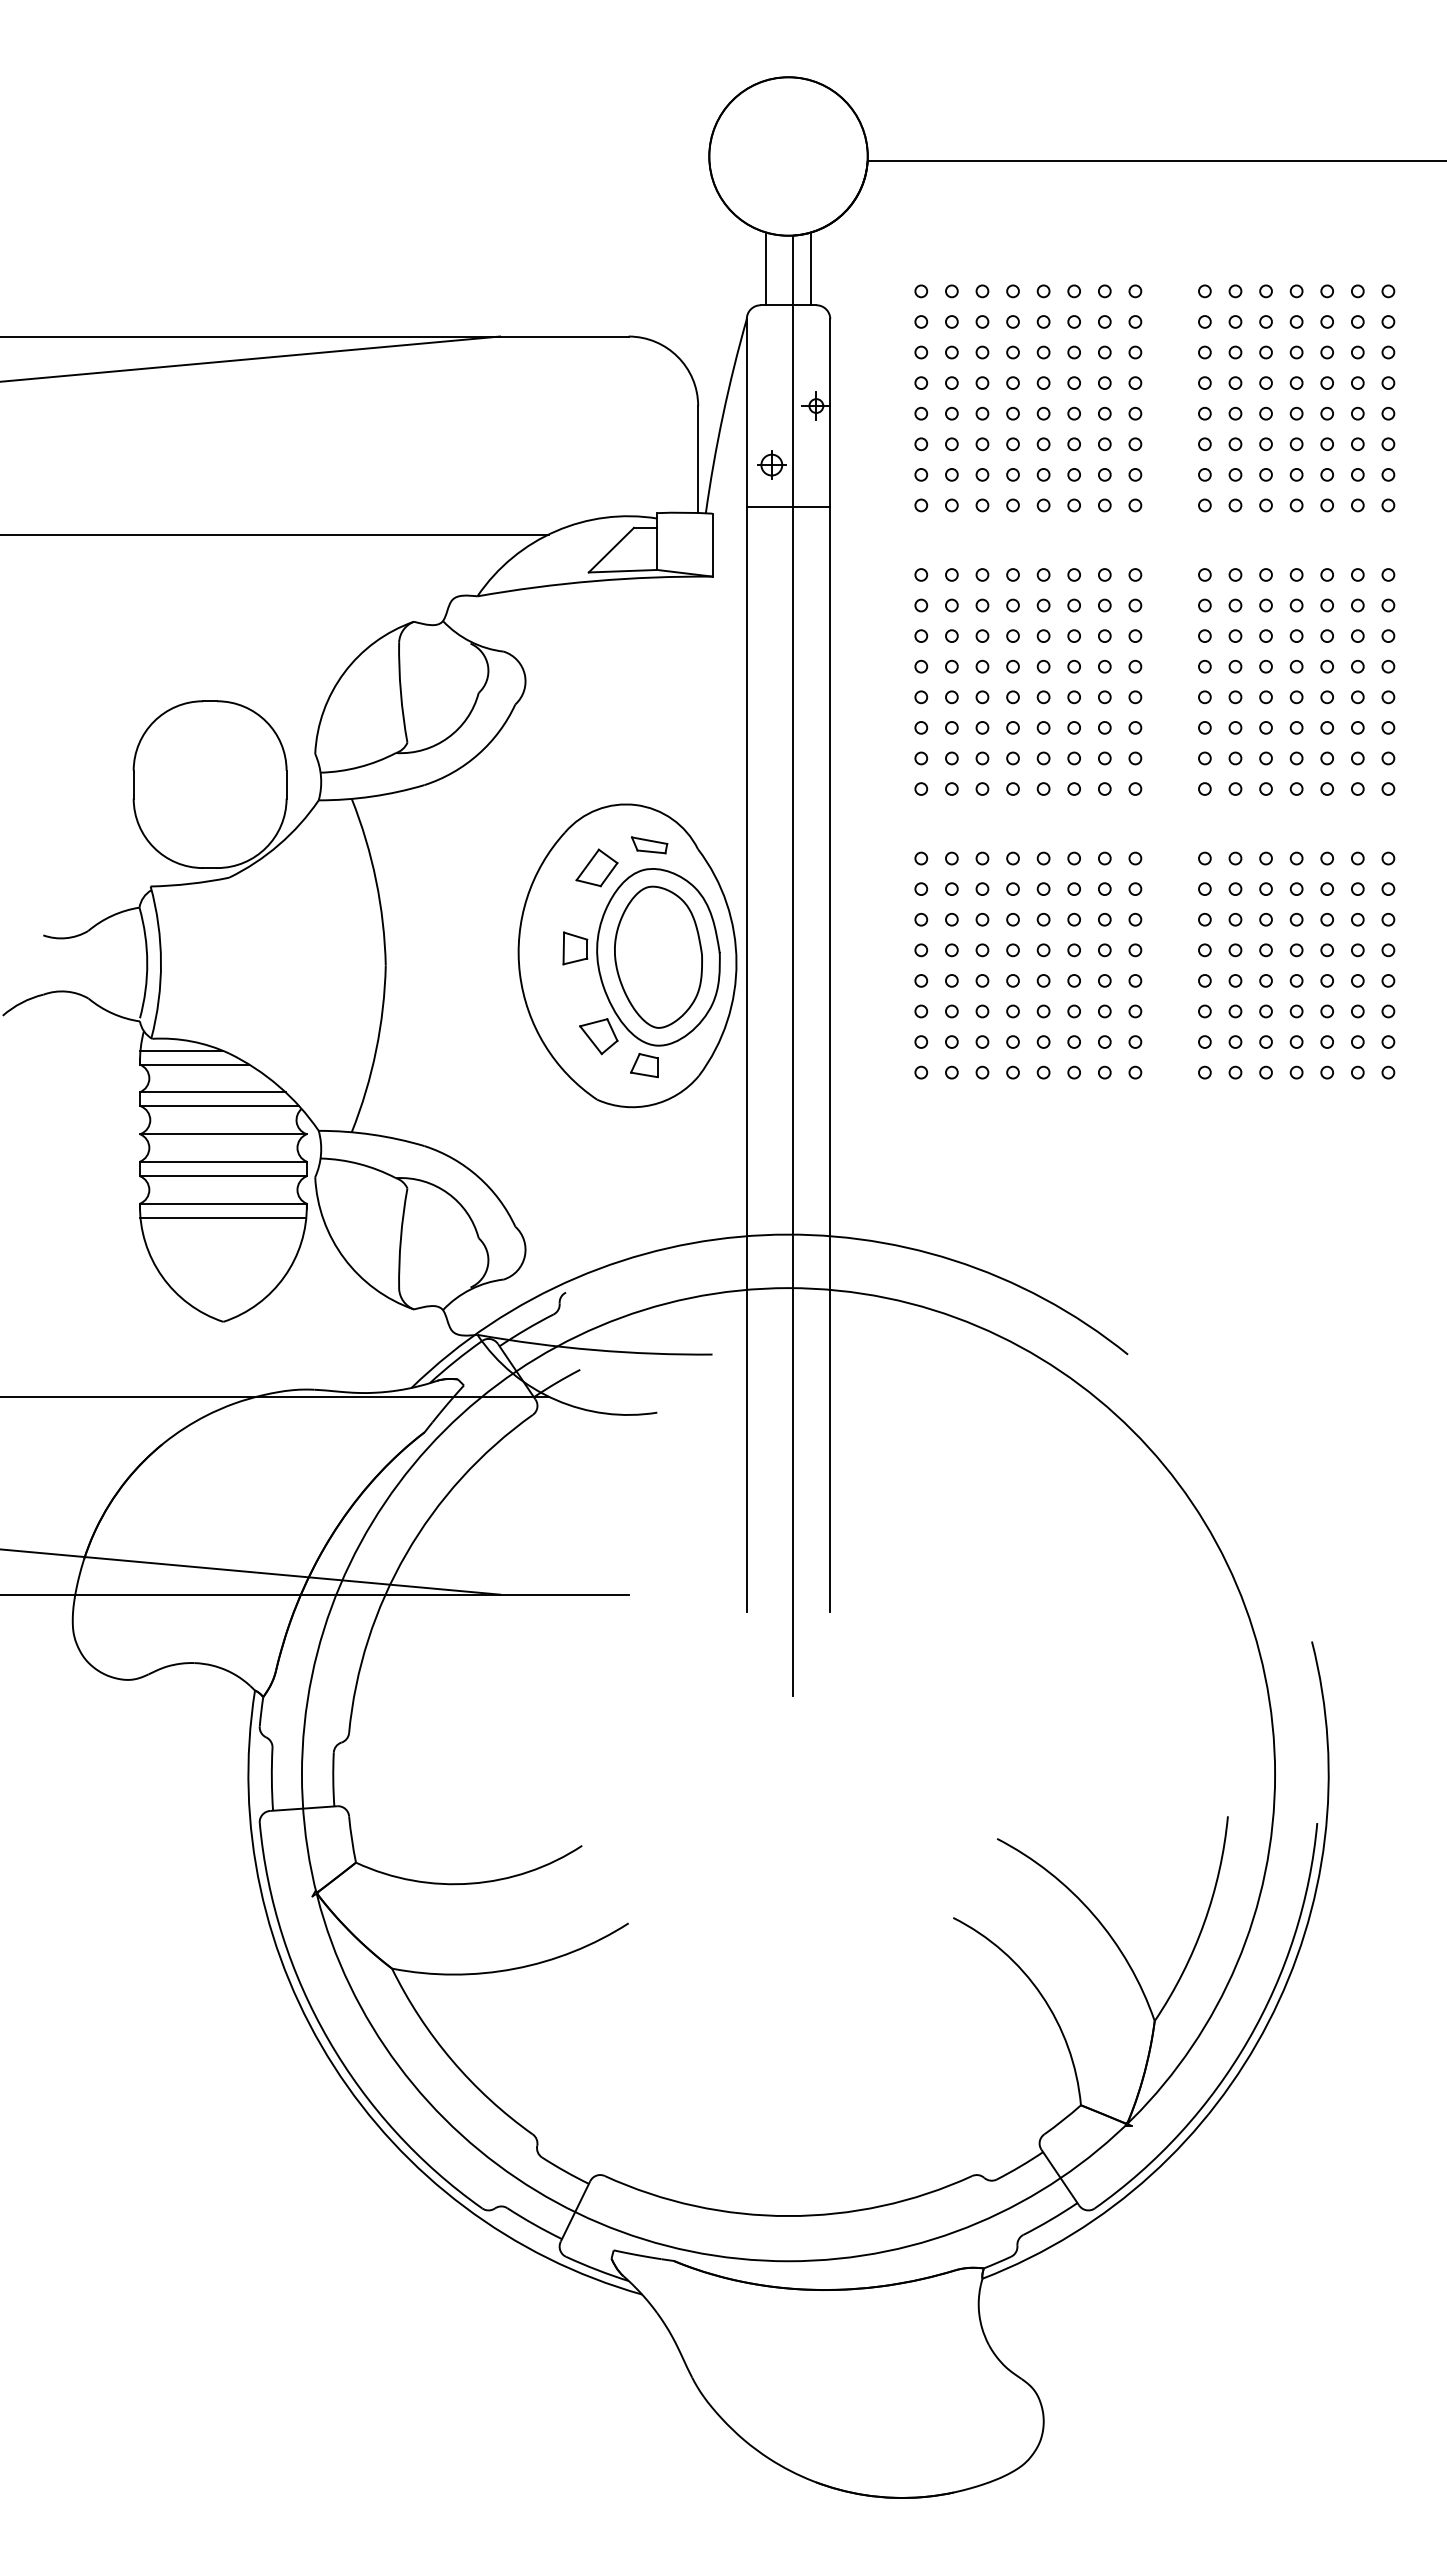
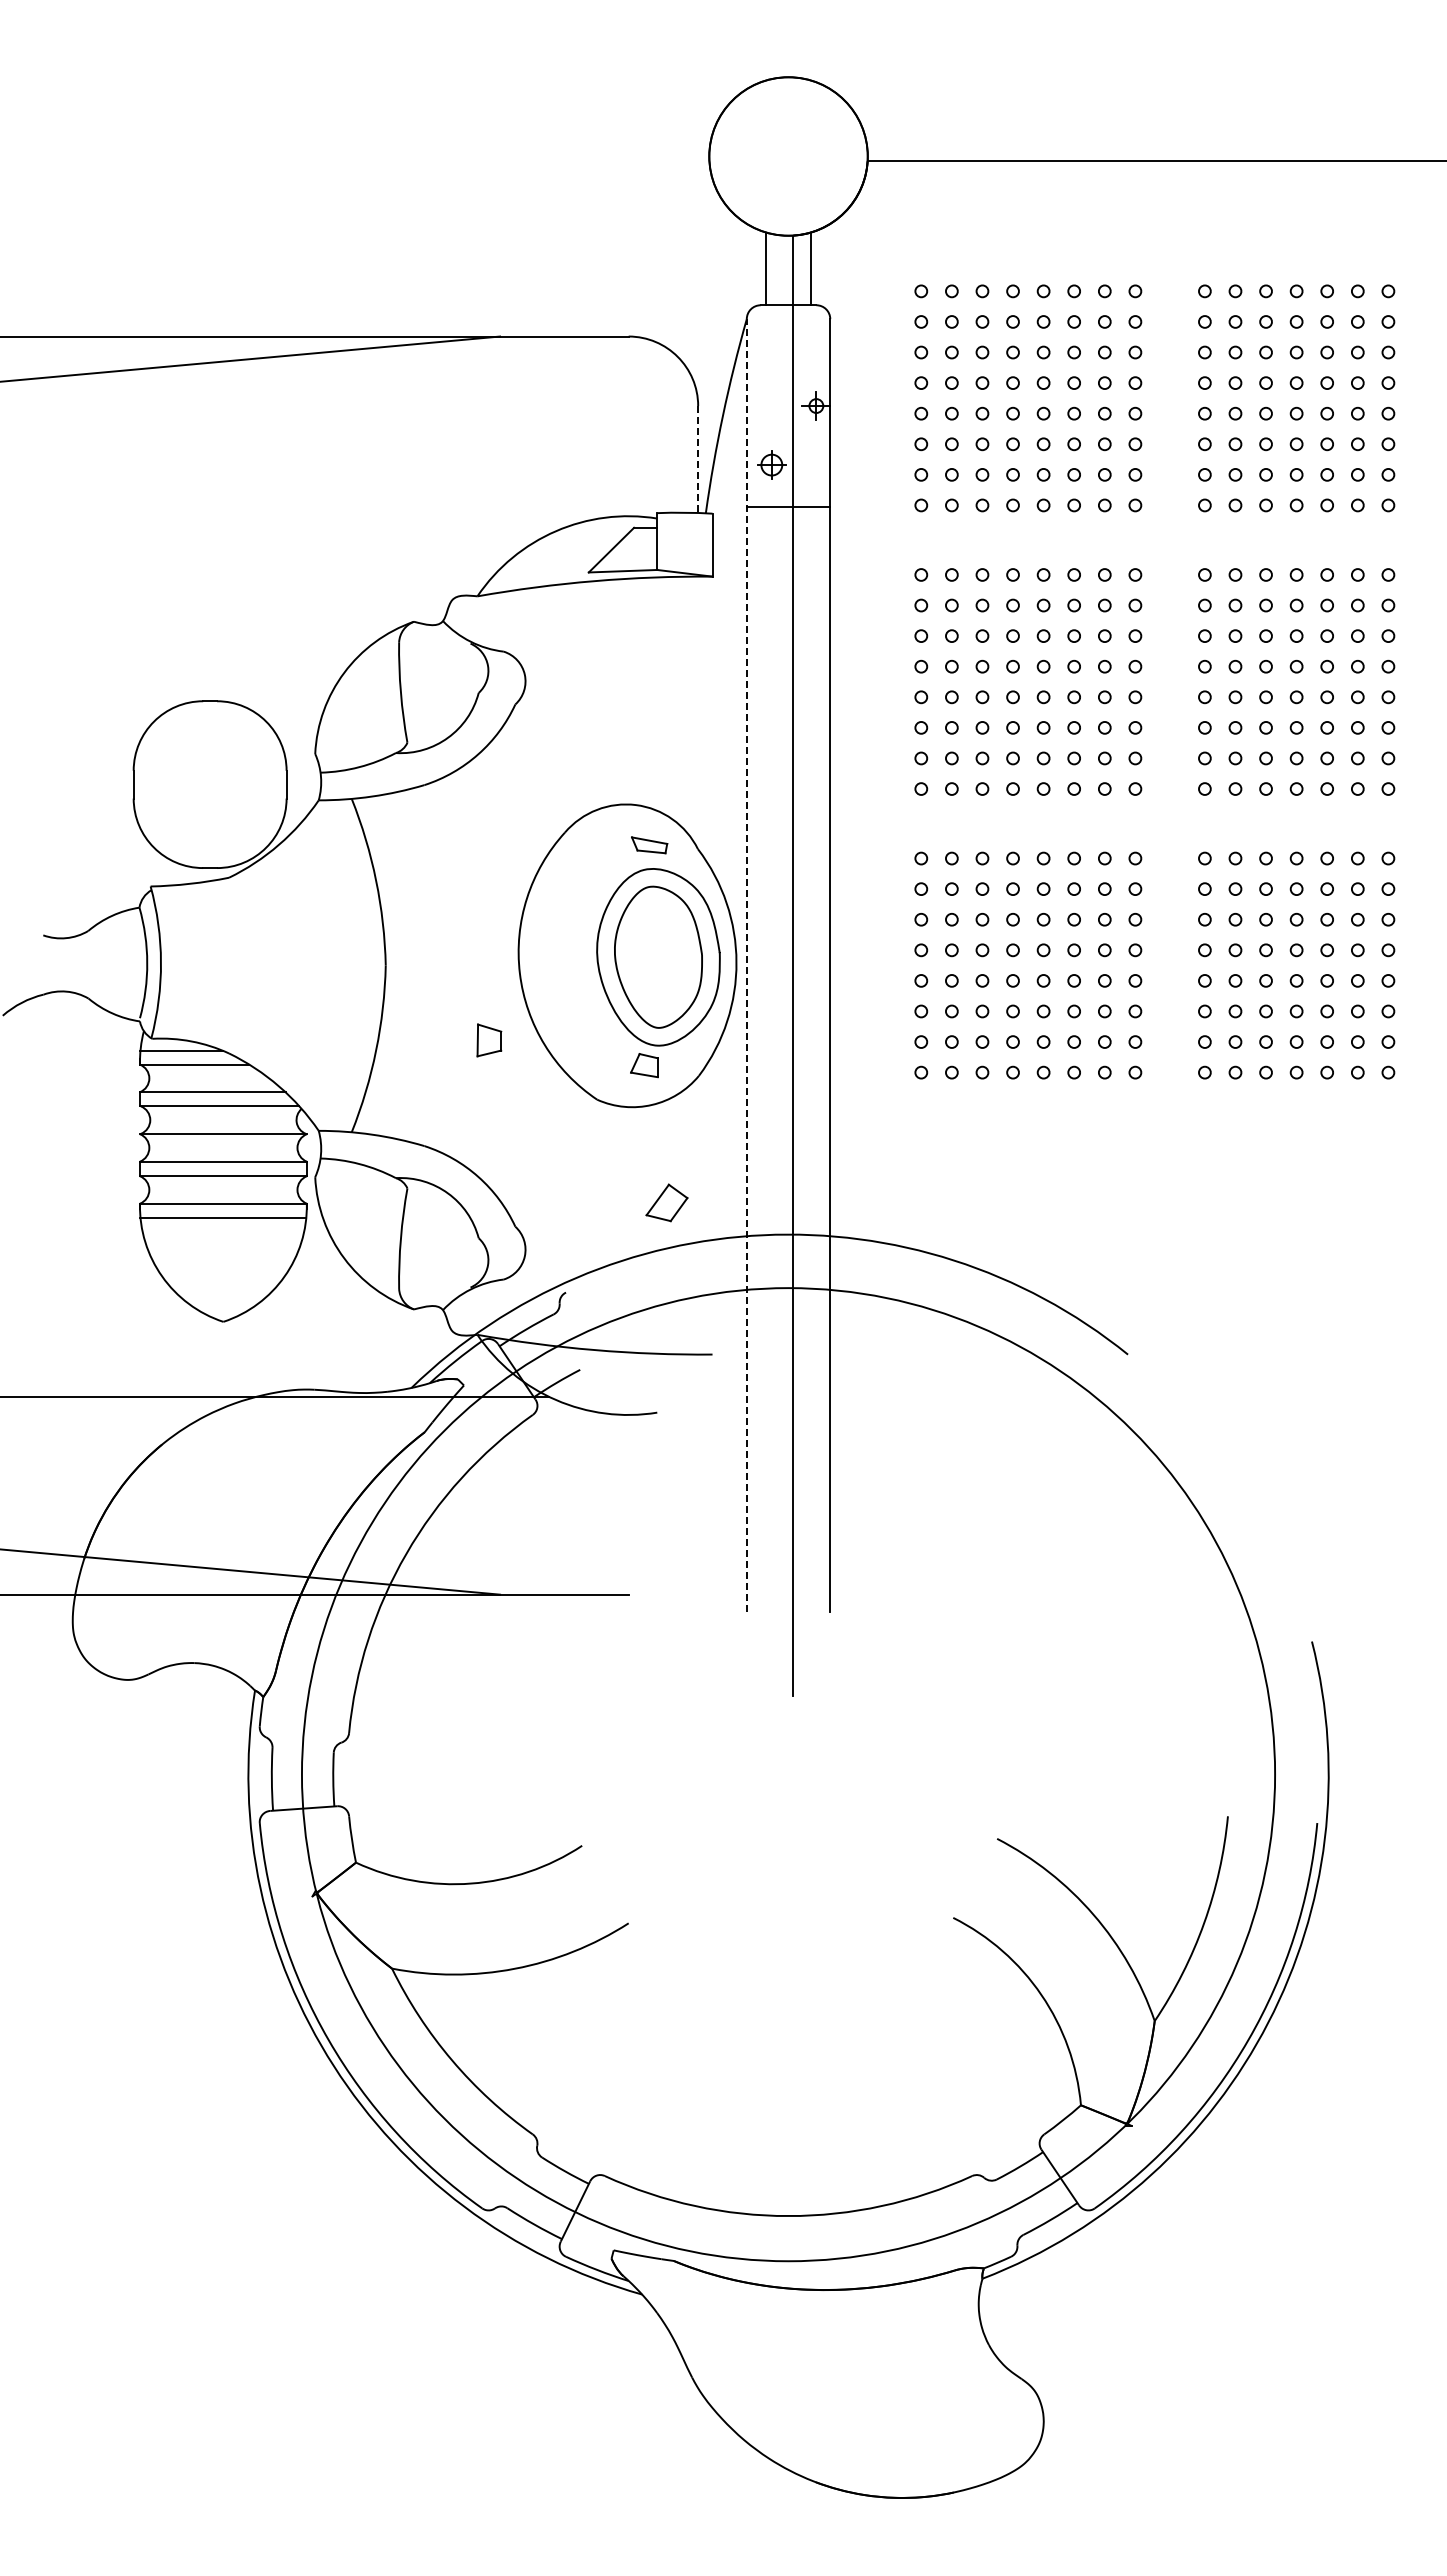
line at (698, 460): solid -> dashed
line at (275, 534): present -> none
part at (596, 867) position: (596, 867) -> (666, 1202)
part at (575, 948) position: (575, 948) -> (489, 1040)
line at (746, 965): solid -> dashed
part at (598, 1036): present -> none
